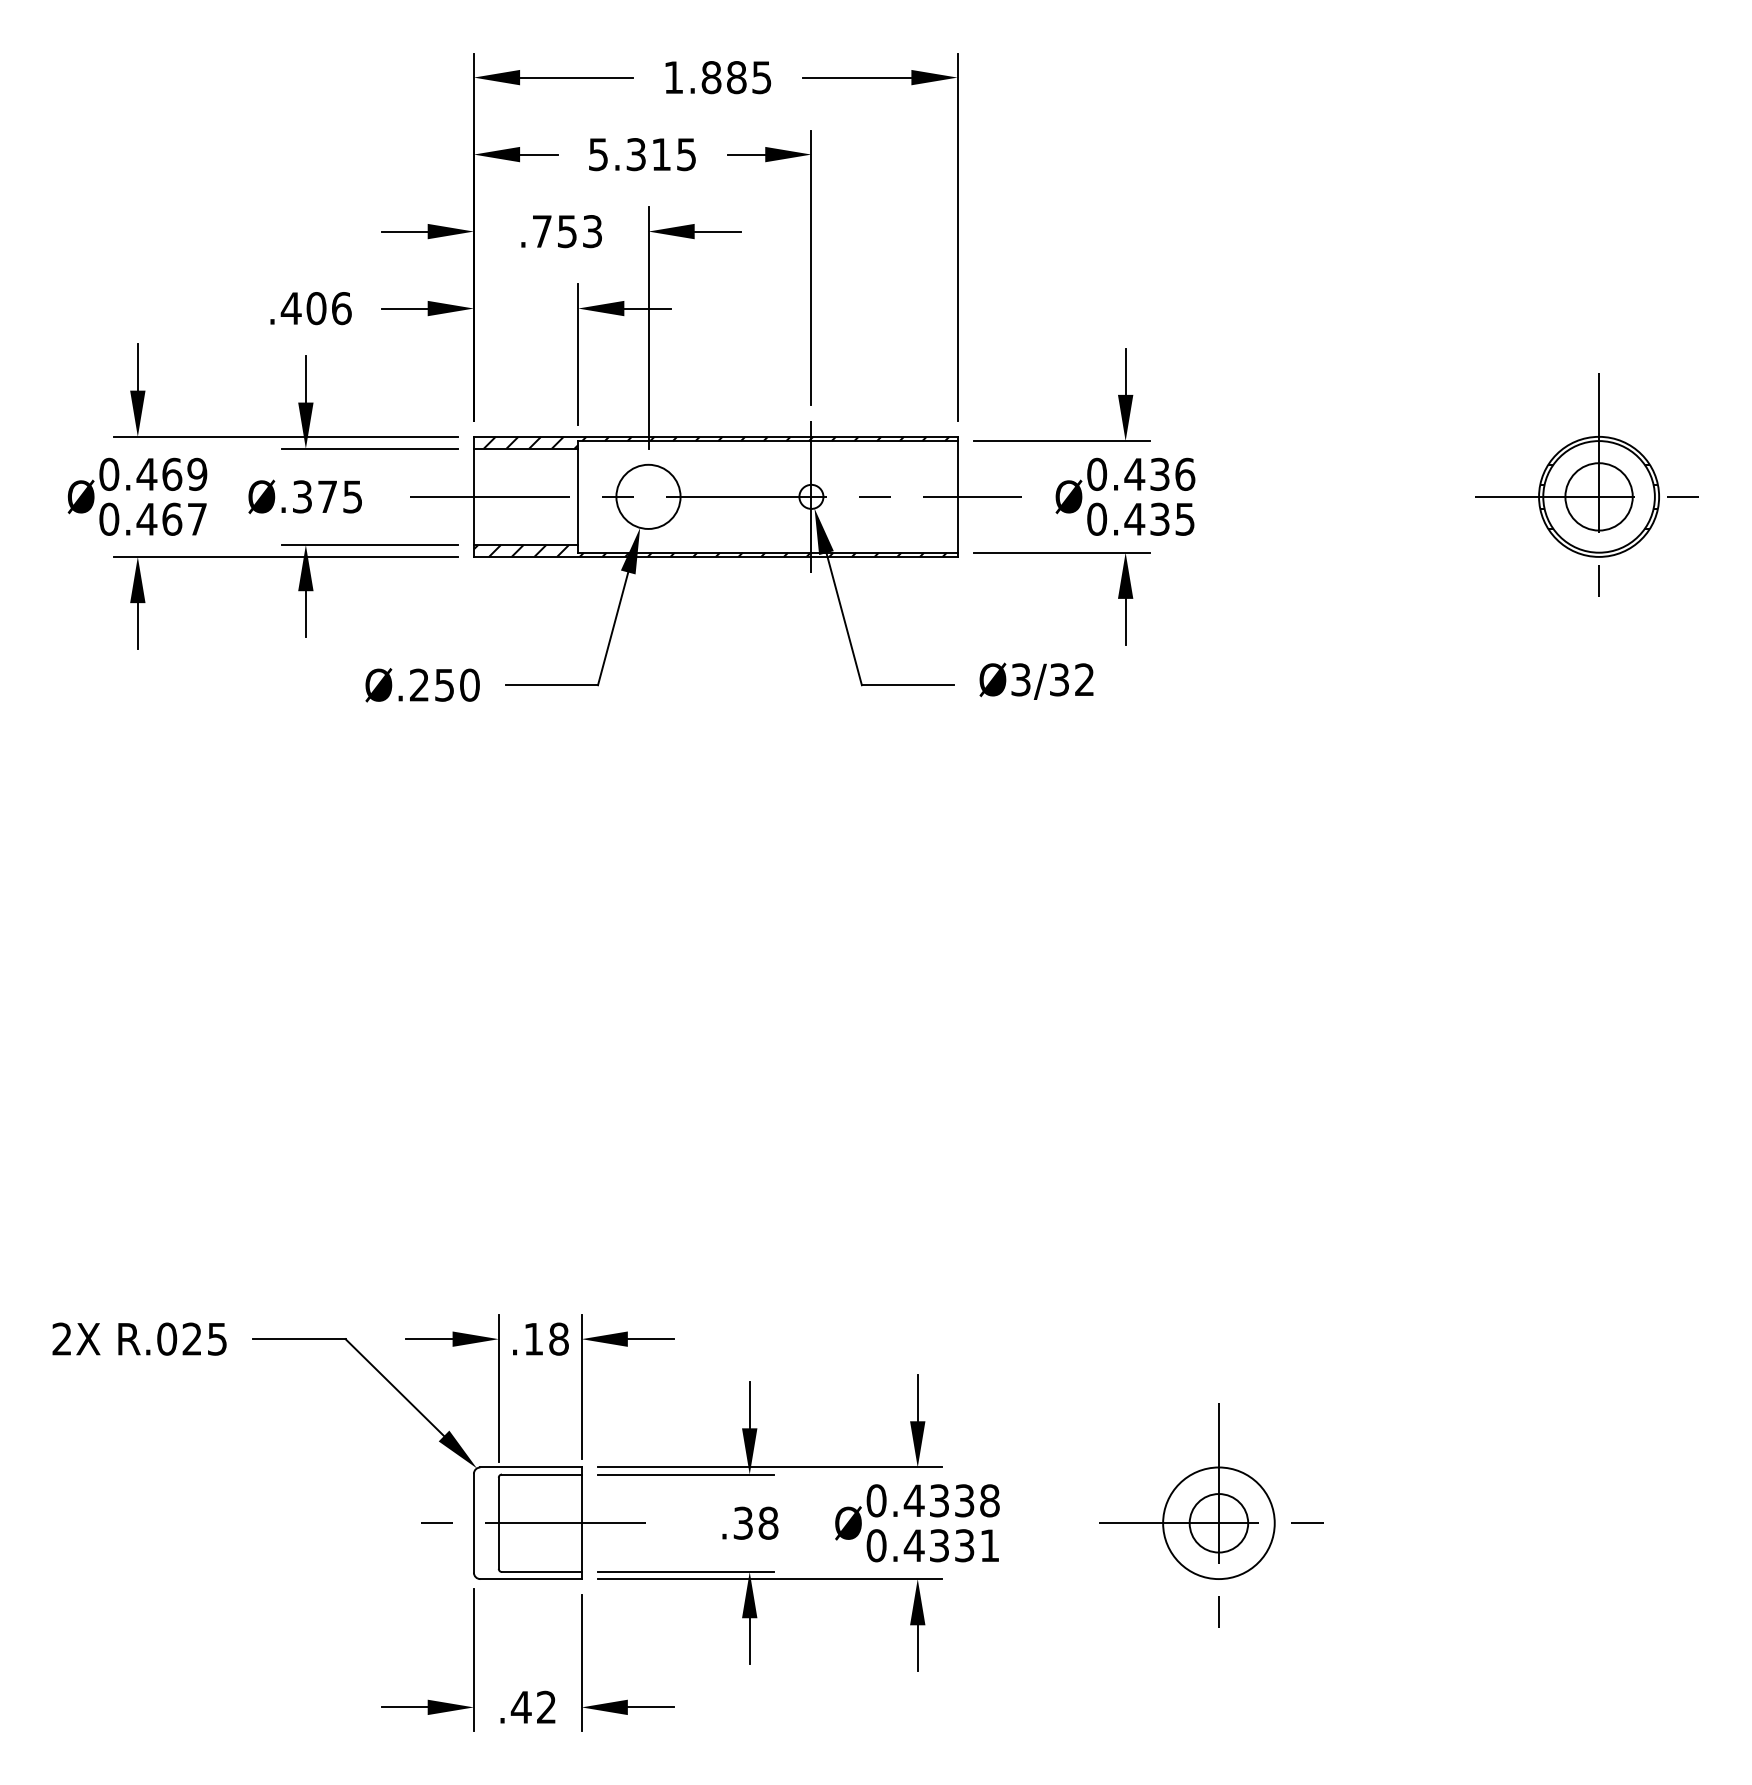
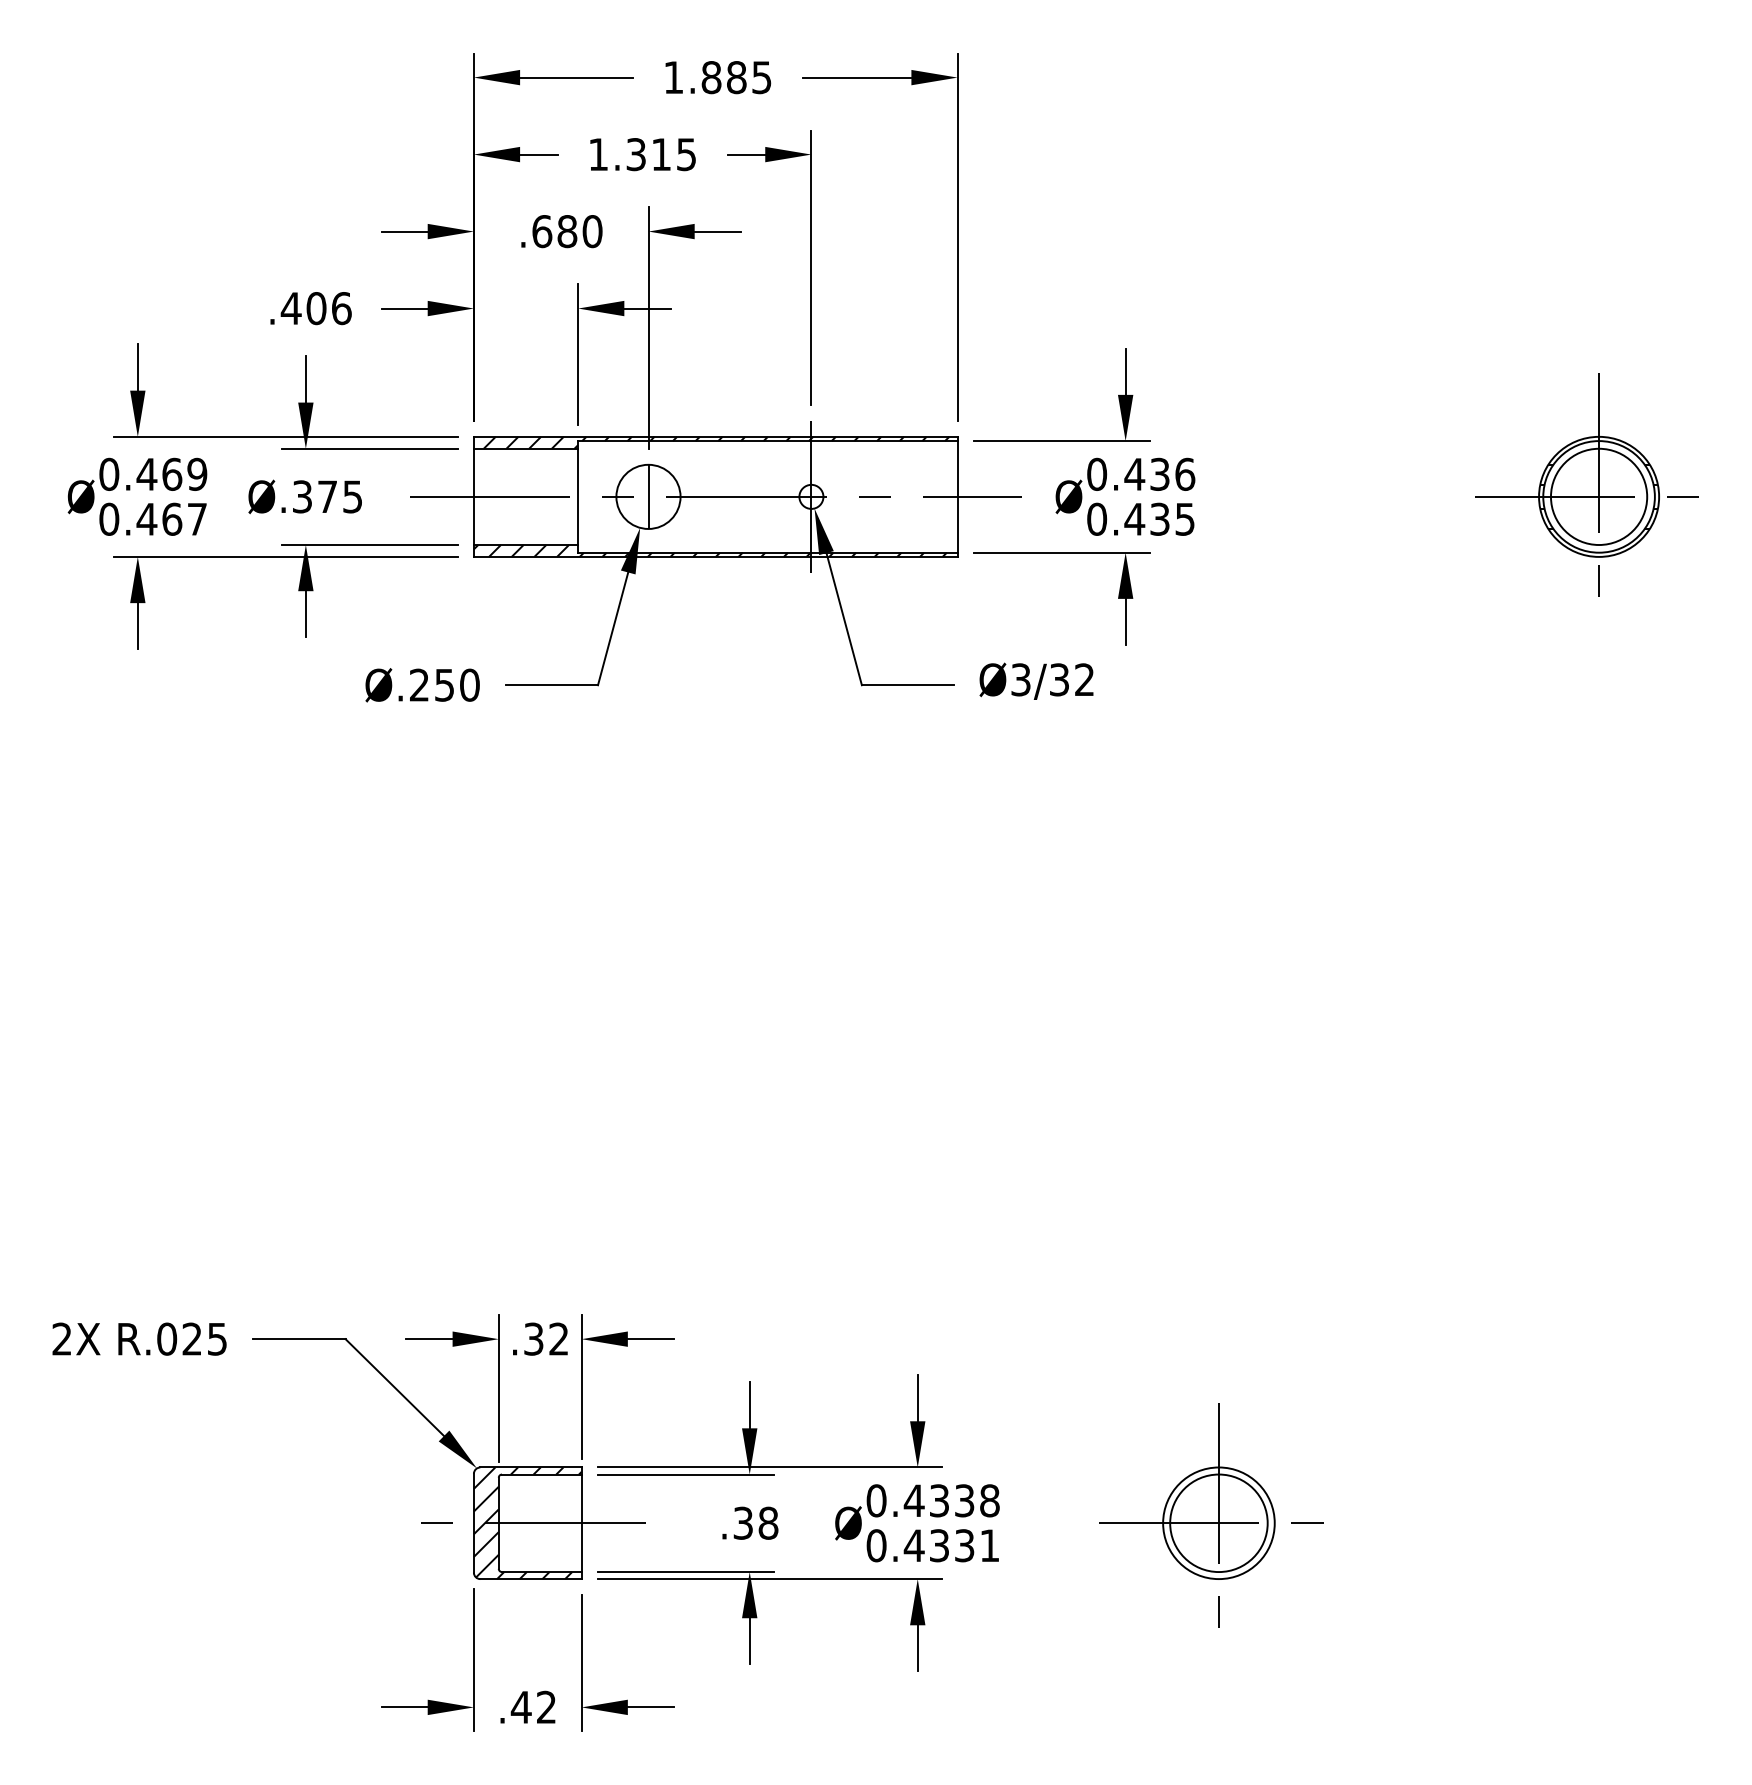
text at (598, 154): 5.315 -> 1.315
text at (567, 231): .753 -> .680
line at (648, 496): none -> present
circle at (1598, 496) diameter: 67 px -> 96 px
text at (546, 1338): .18 -> .32
hatch at (527, 1523): none -> present
circle at (1218, 1523) diameter: 59 px -> 98 px
